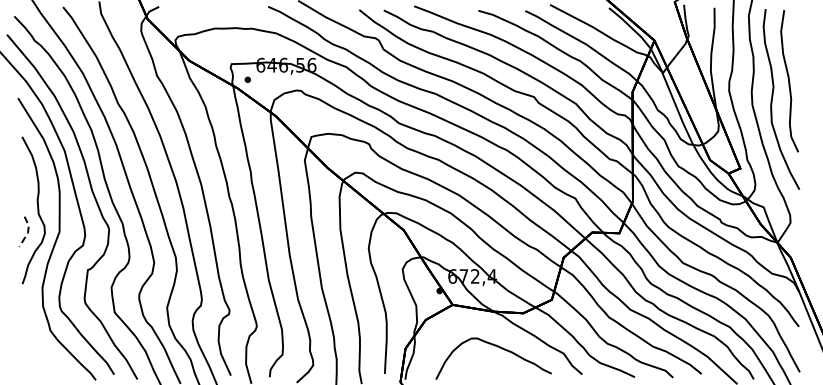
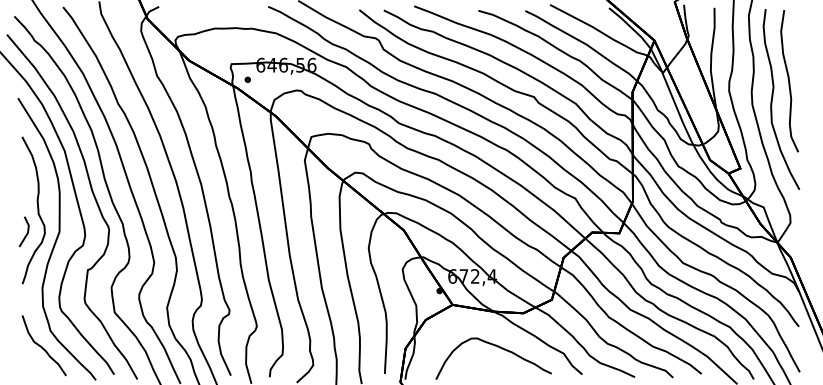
line at (28, 232): dashed -> solid
curve at (42, 346): none -> present
